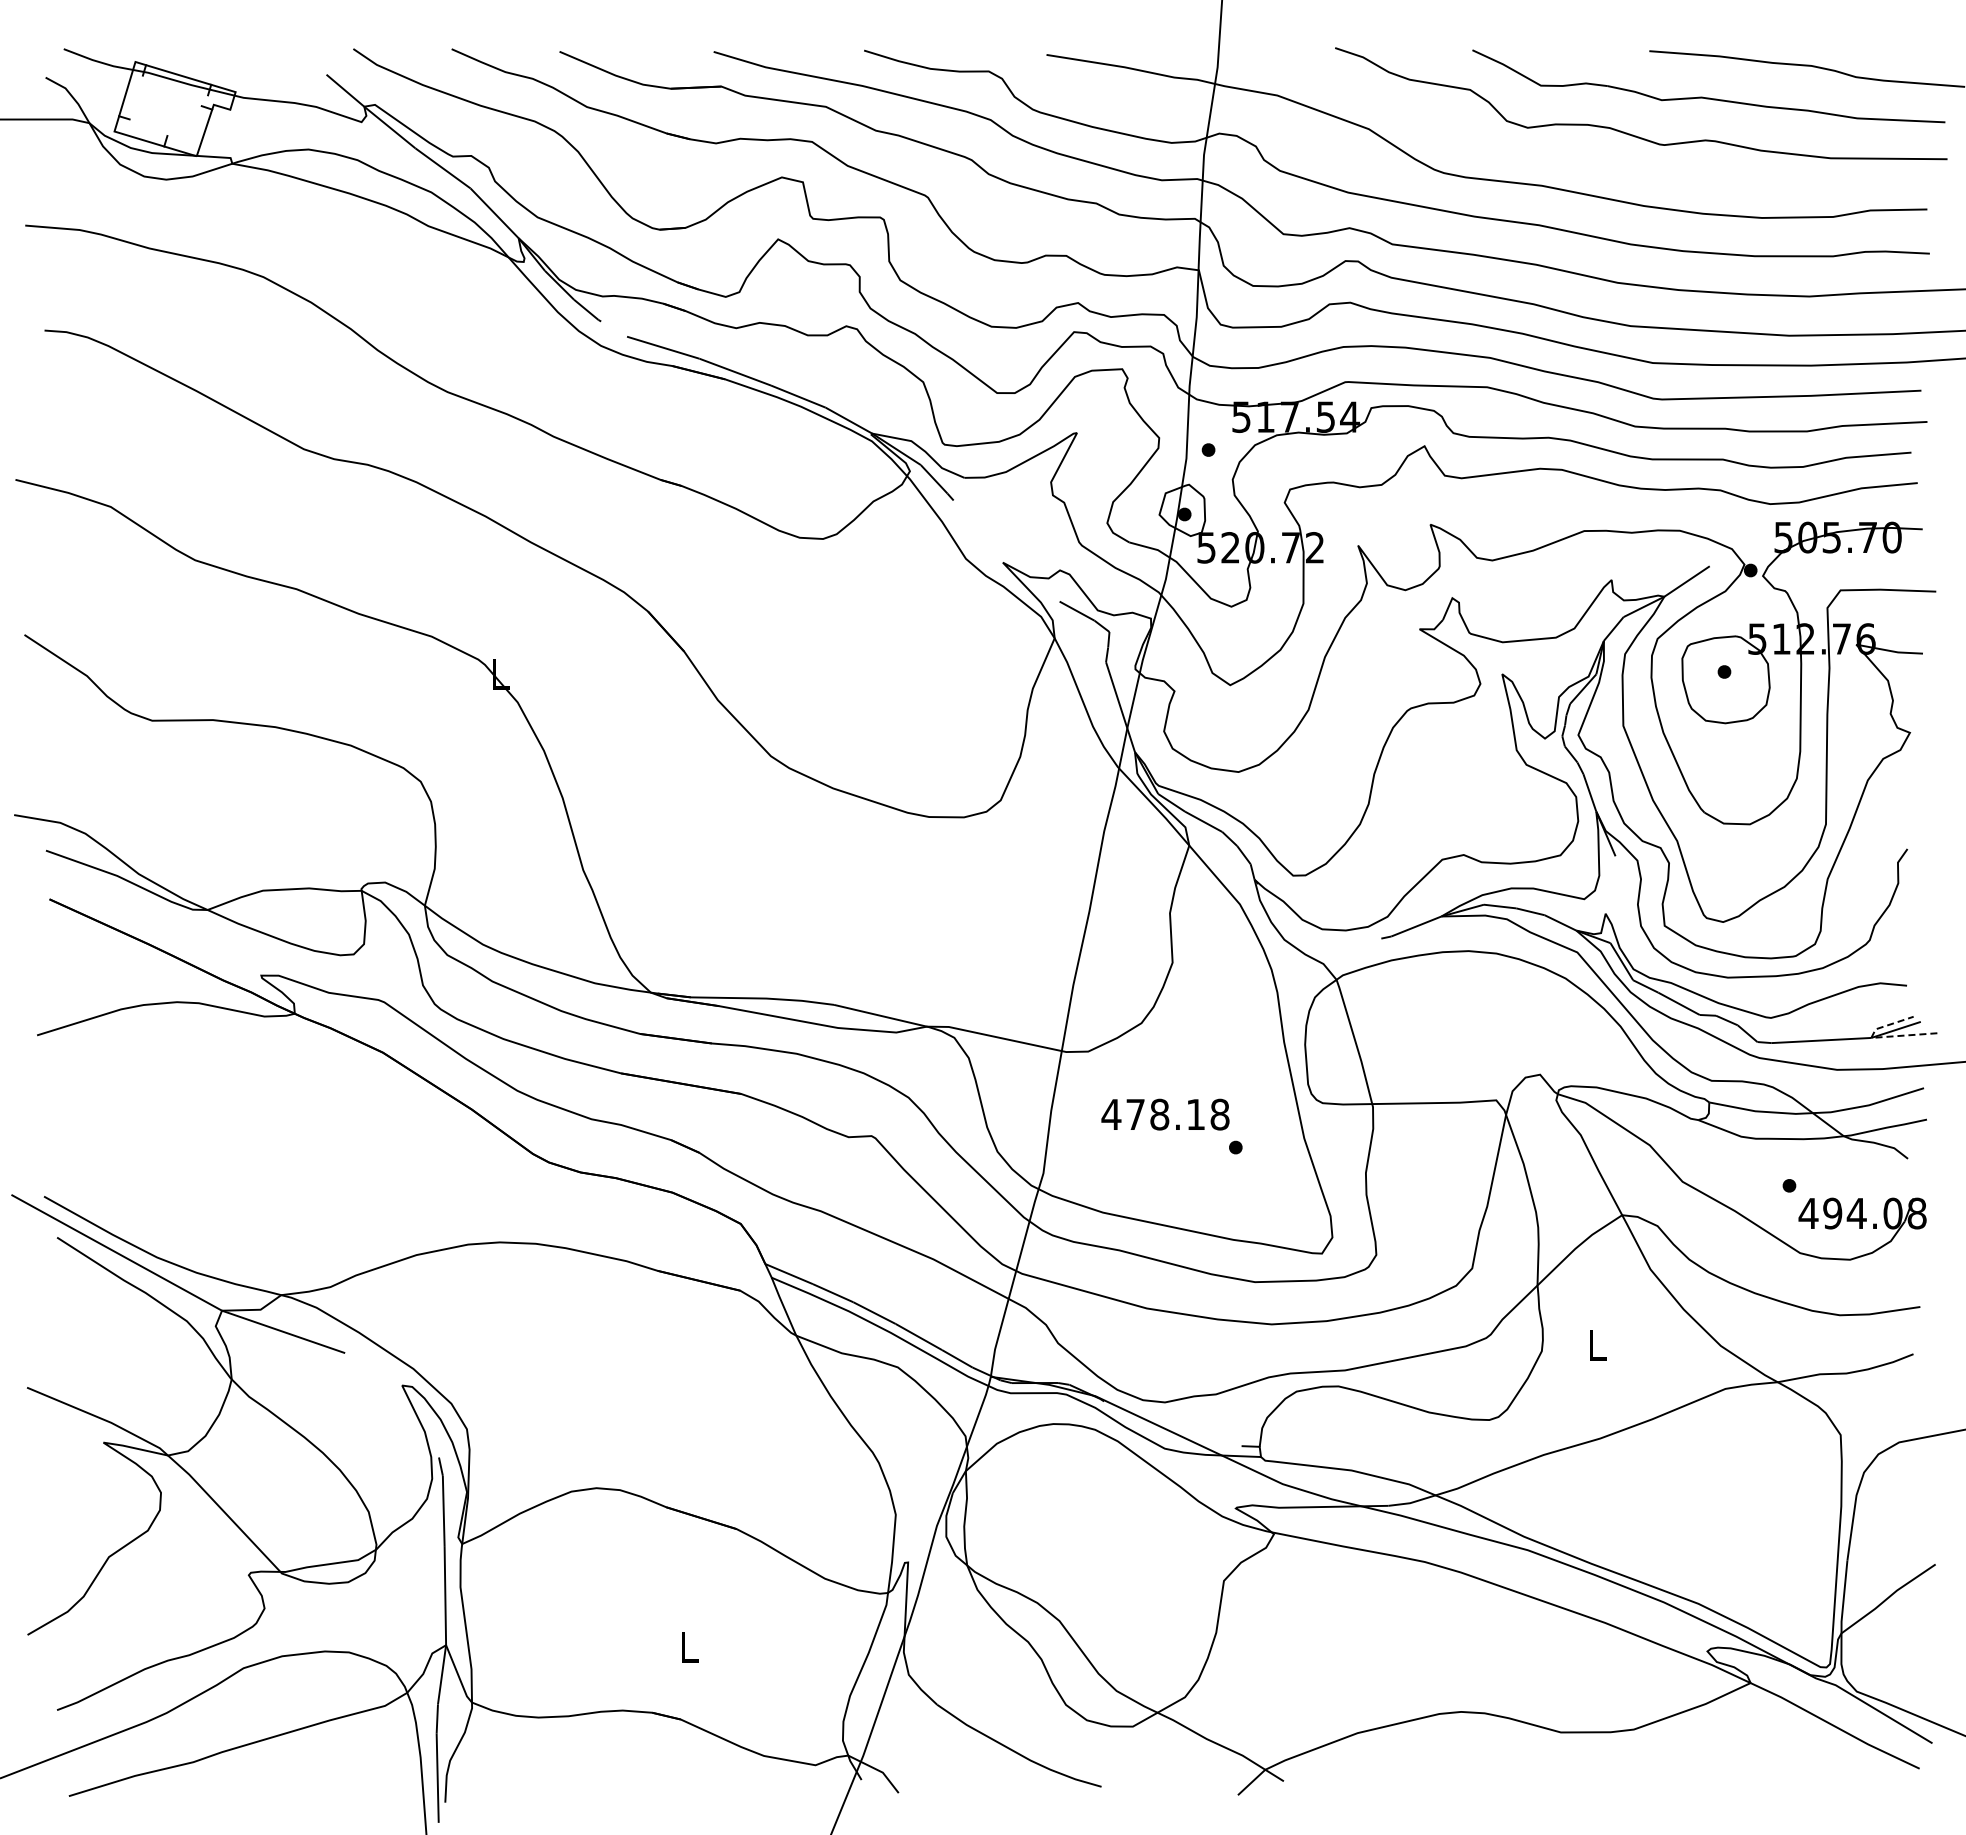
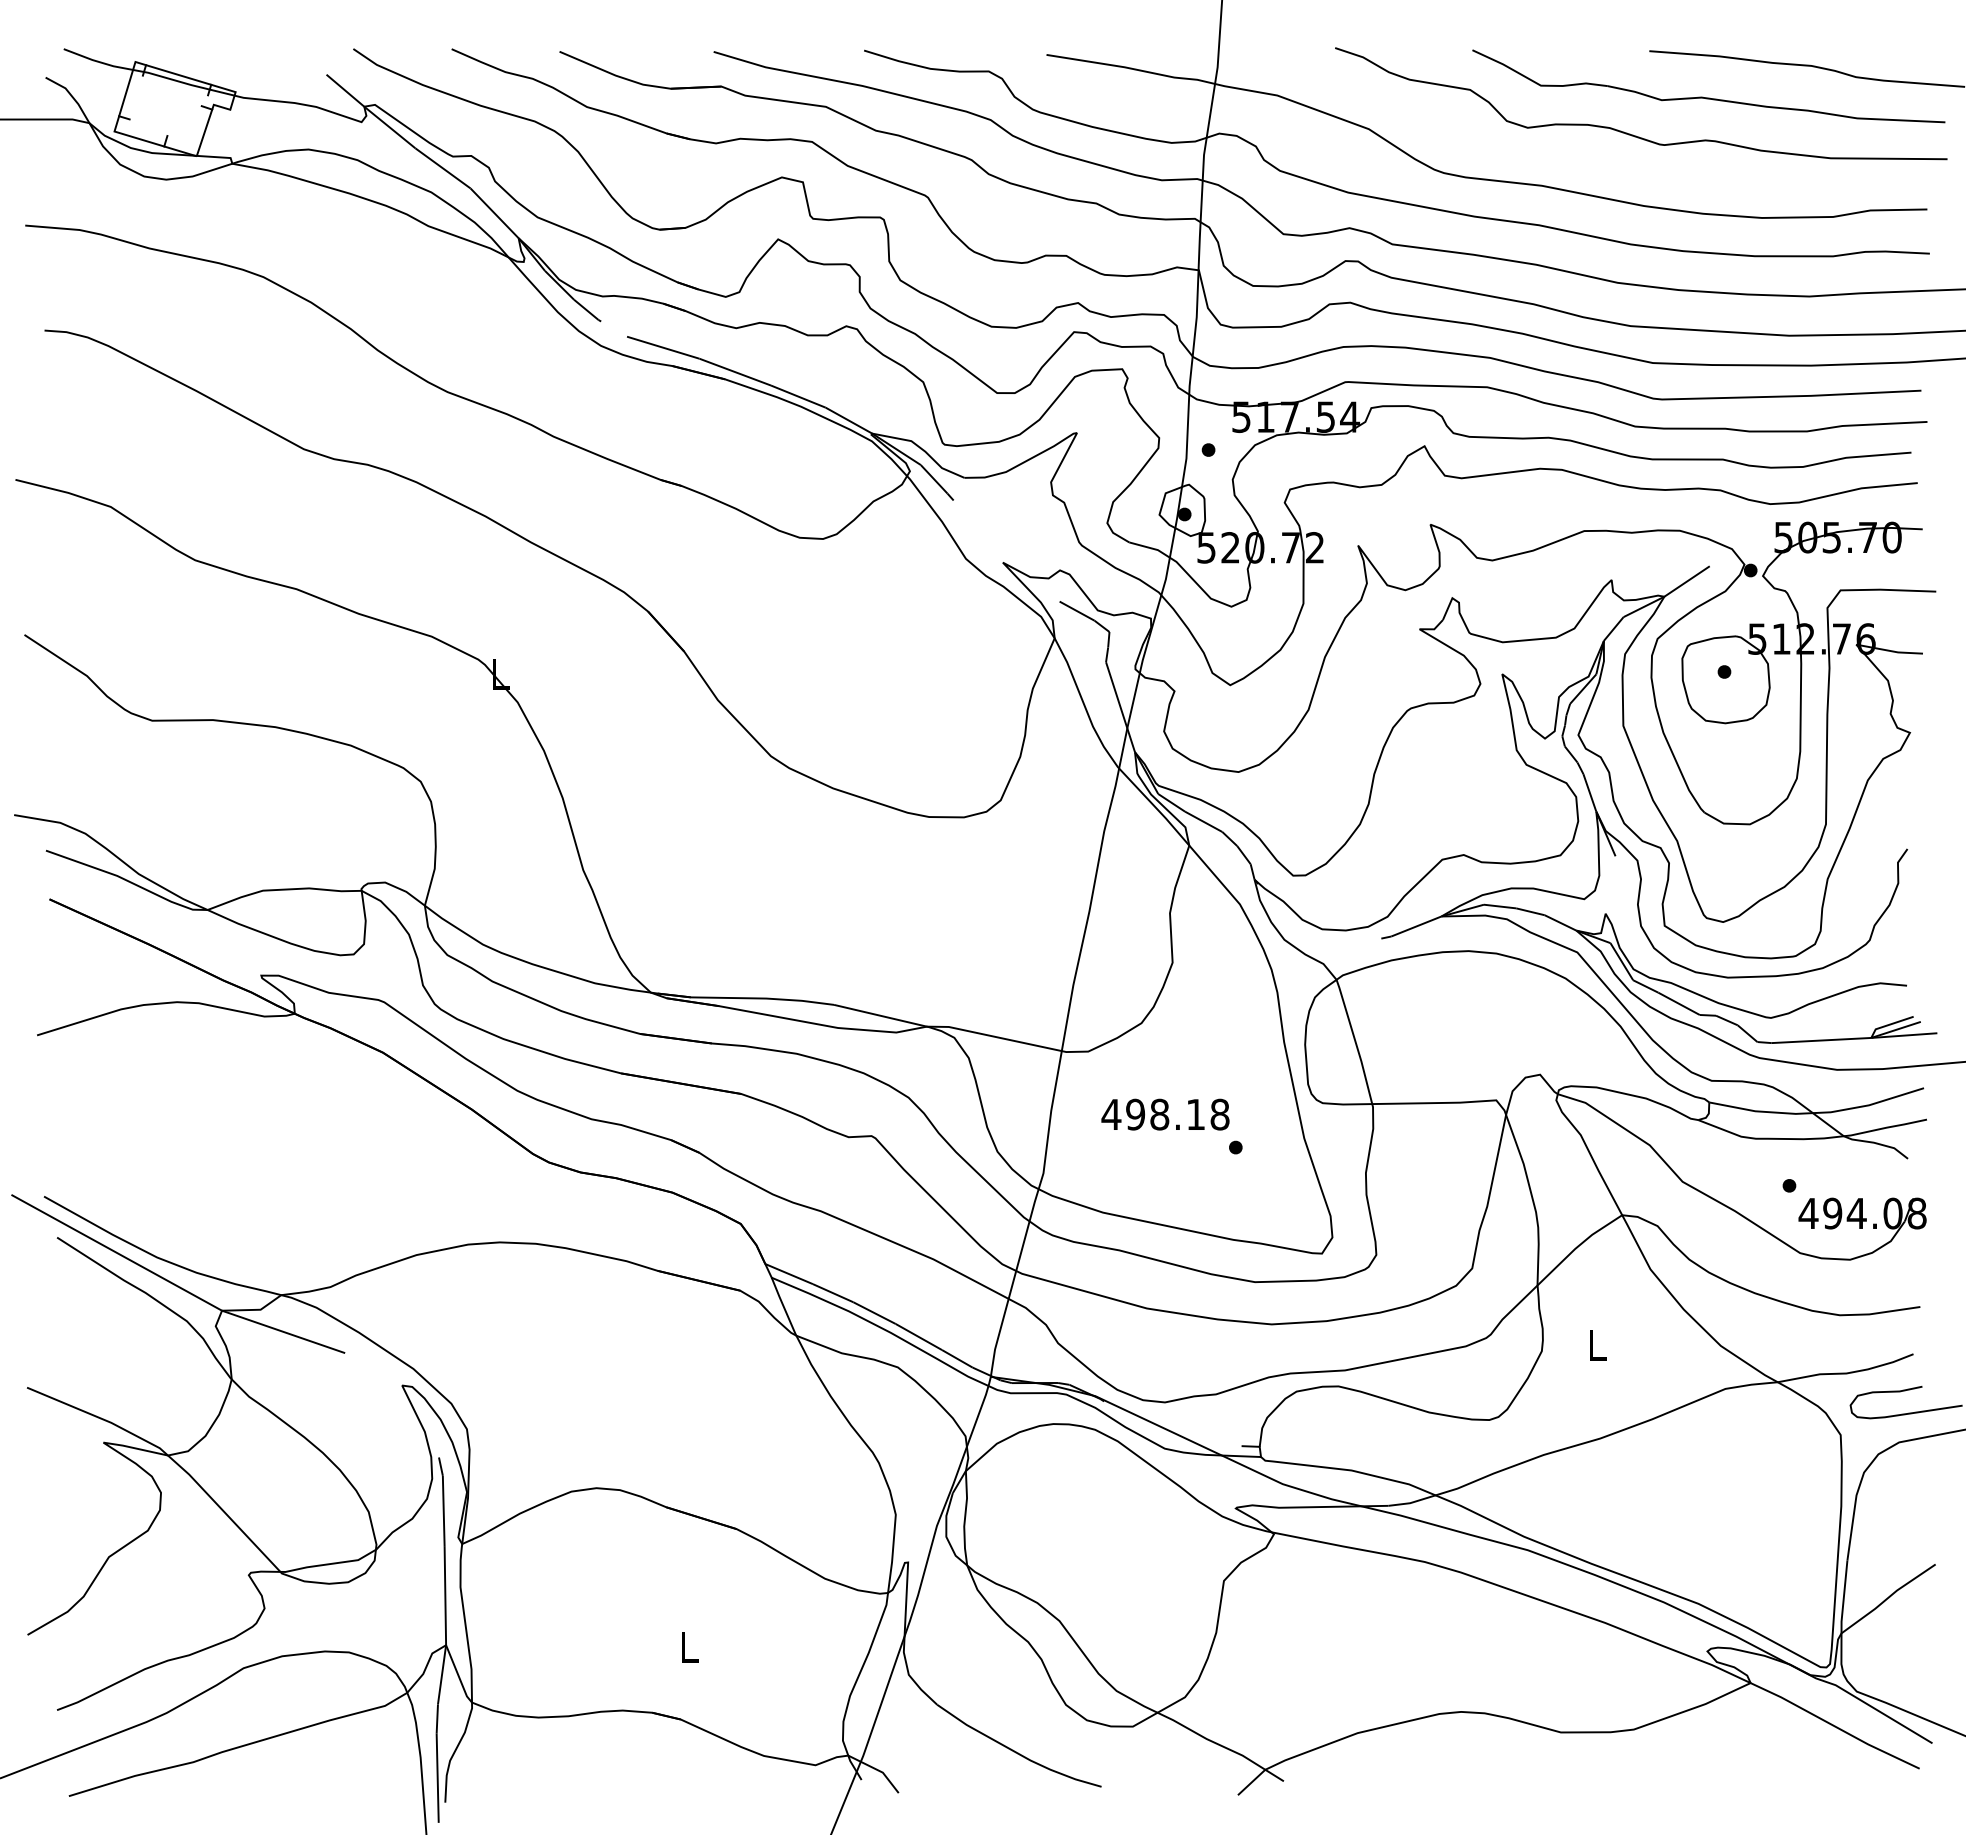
line at (1878, 1037): dashed -> solid
text at (1135, 1114): 478.18 -> 498.18
curve at (1908, 1412): none -> present
